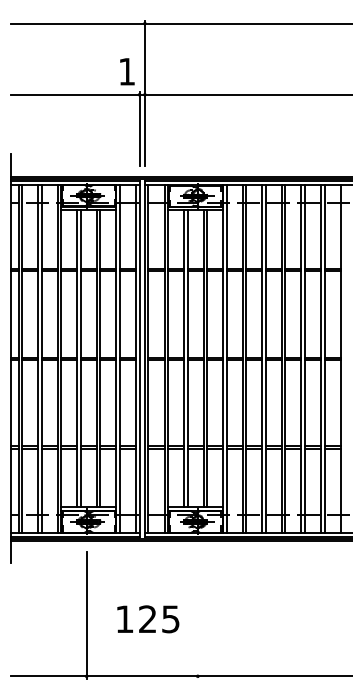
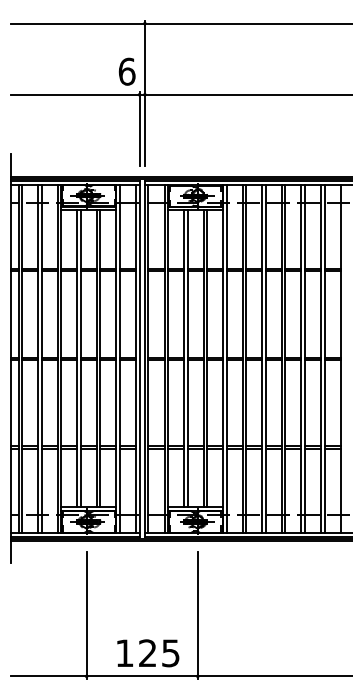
text at (126, 71): 1 -> 6
line at (197, 615): none -> present
text at (148, 619) position: (148, 619) -> (148, 653)
